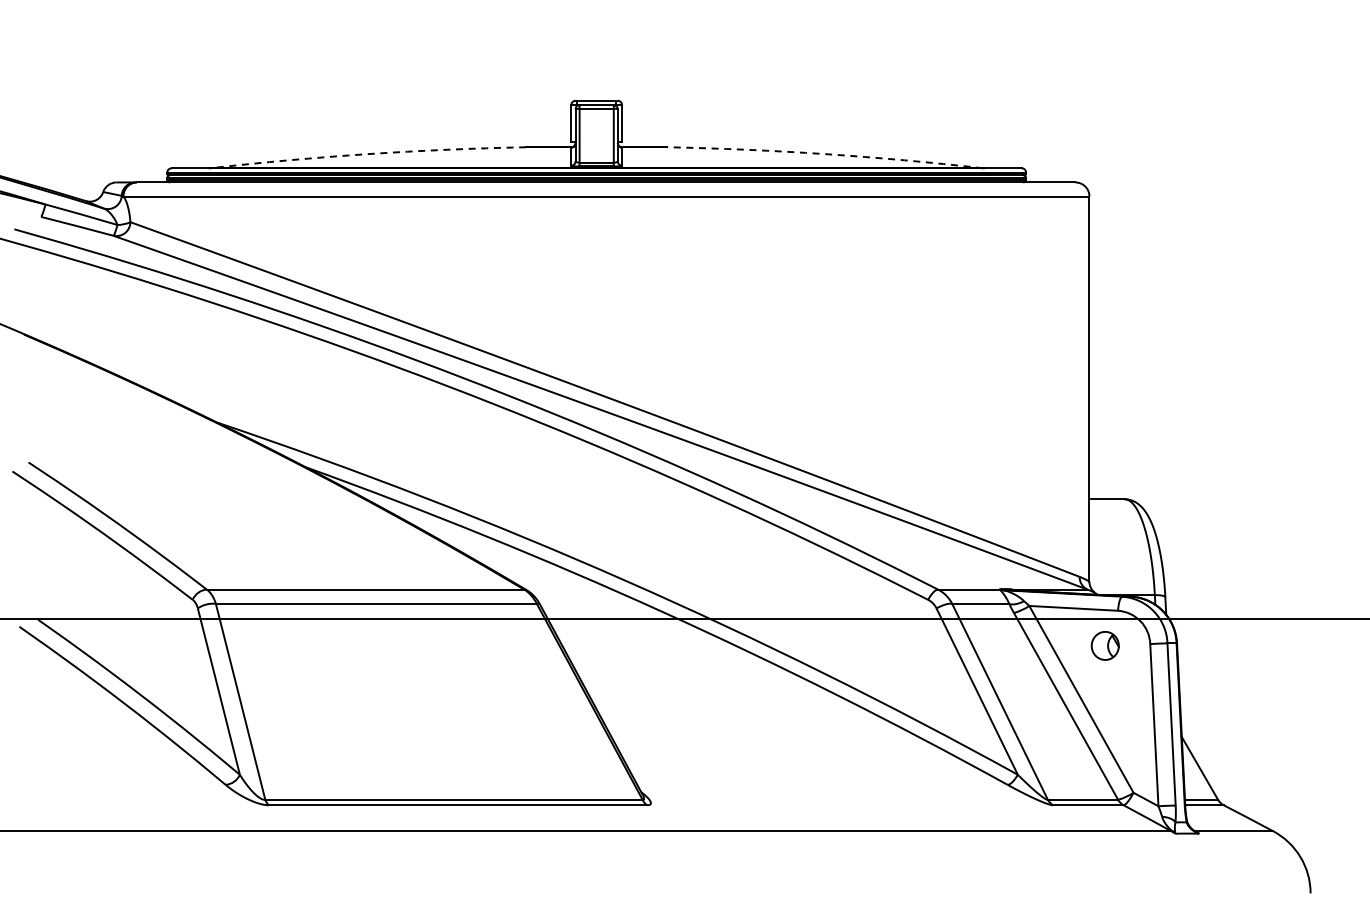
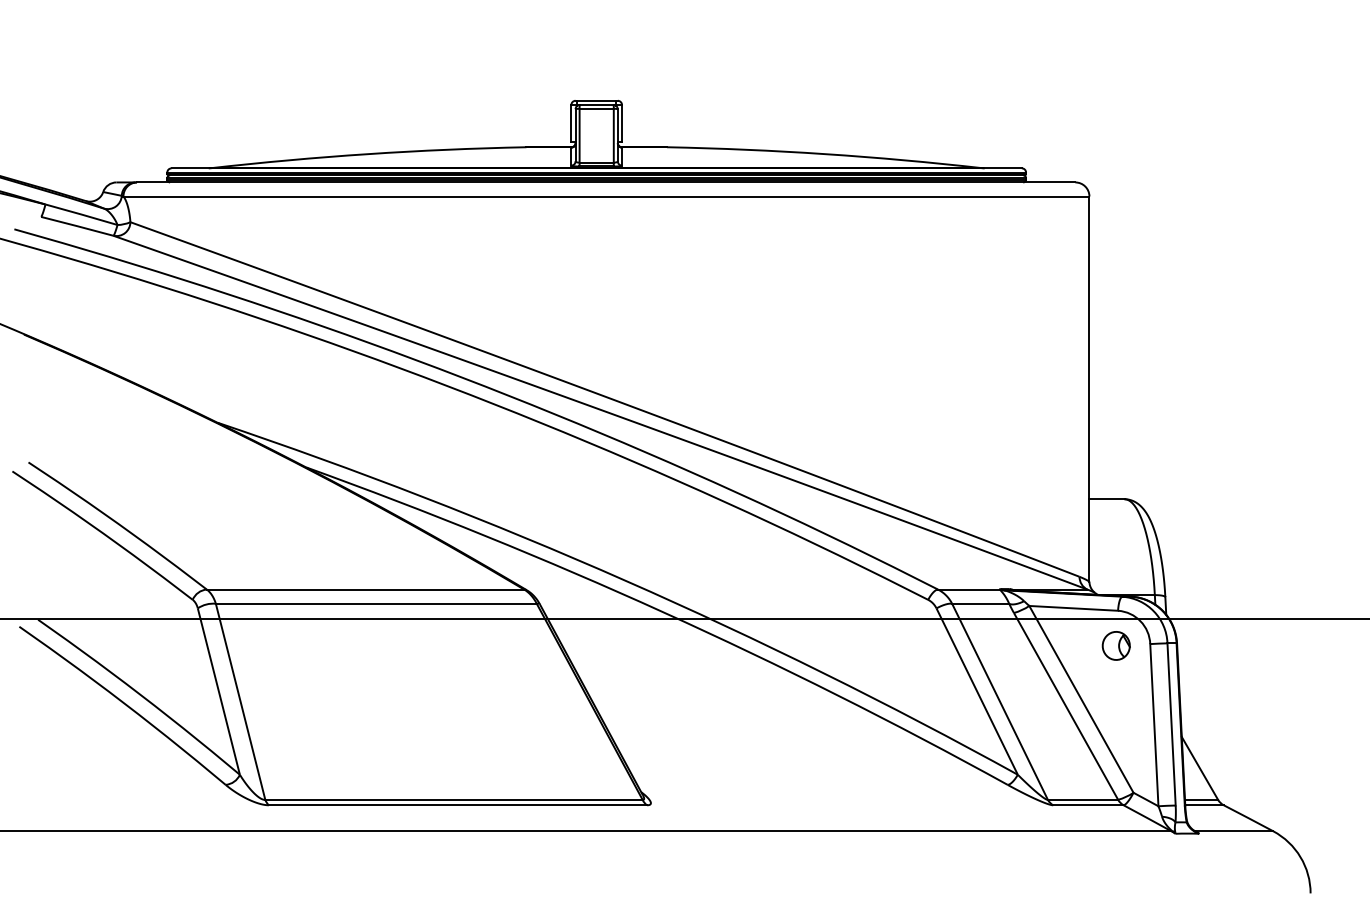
arc at (368, 154): dashed -> solid
arc at (825, 154): dashed -> solid
part at (1104, 645) position: (1104, 645) -> (1115, 645)
